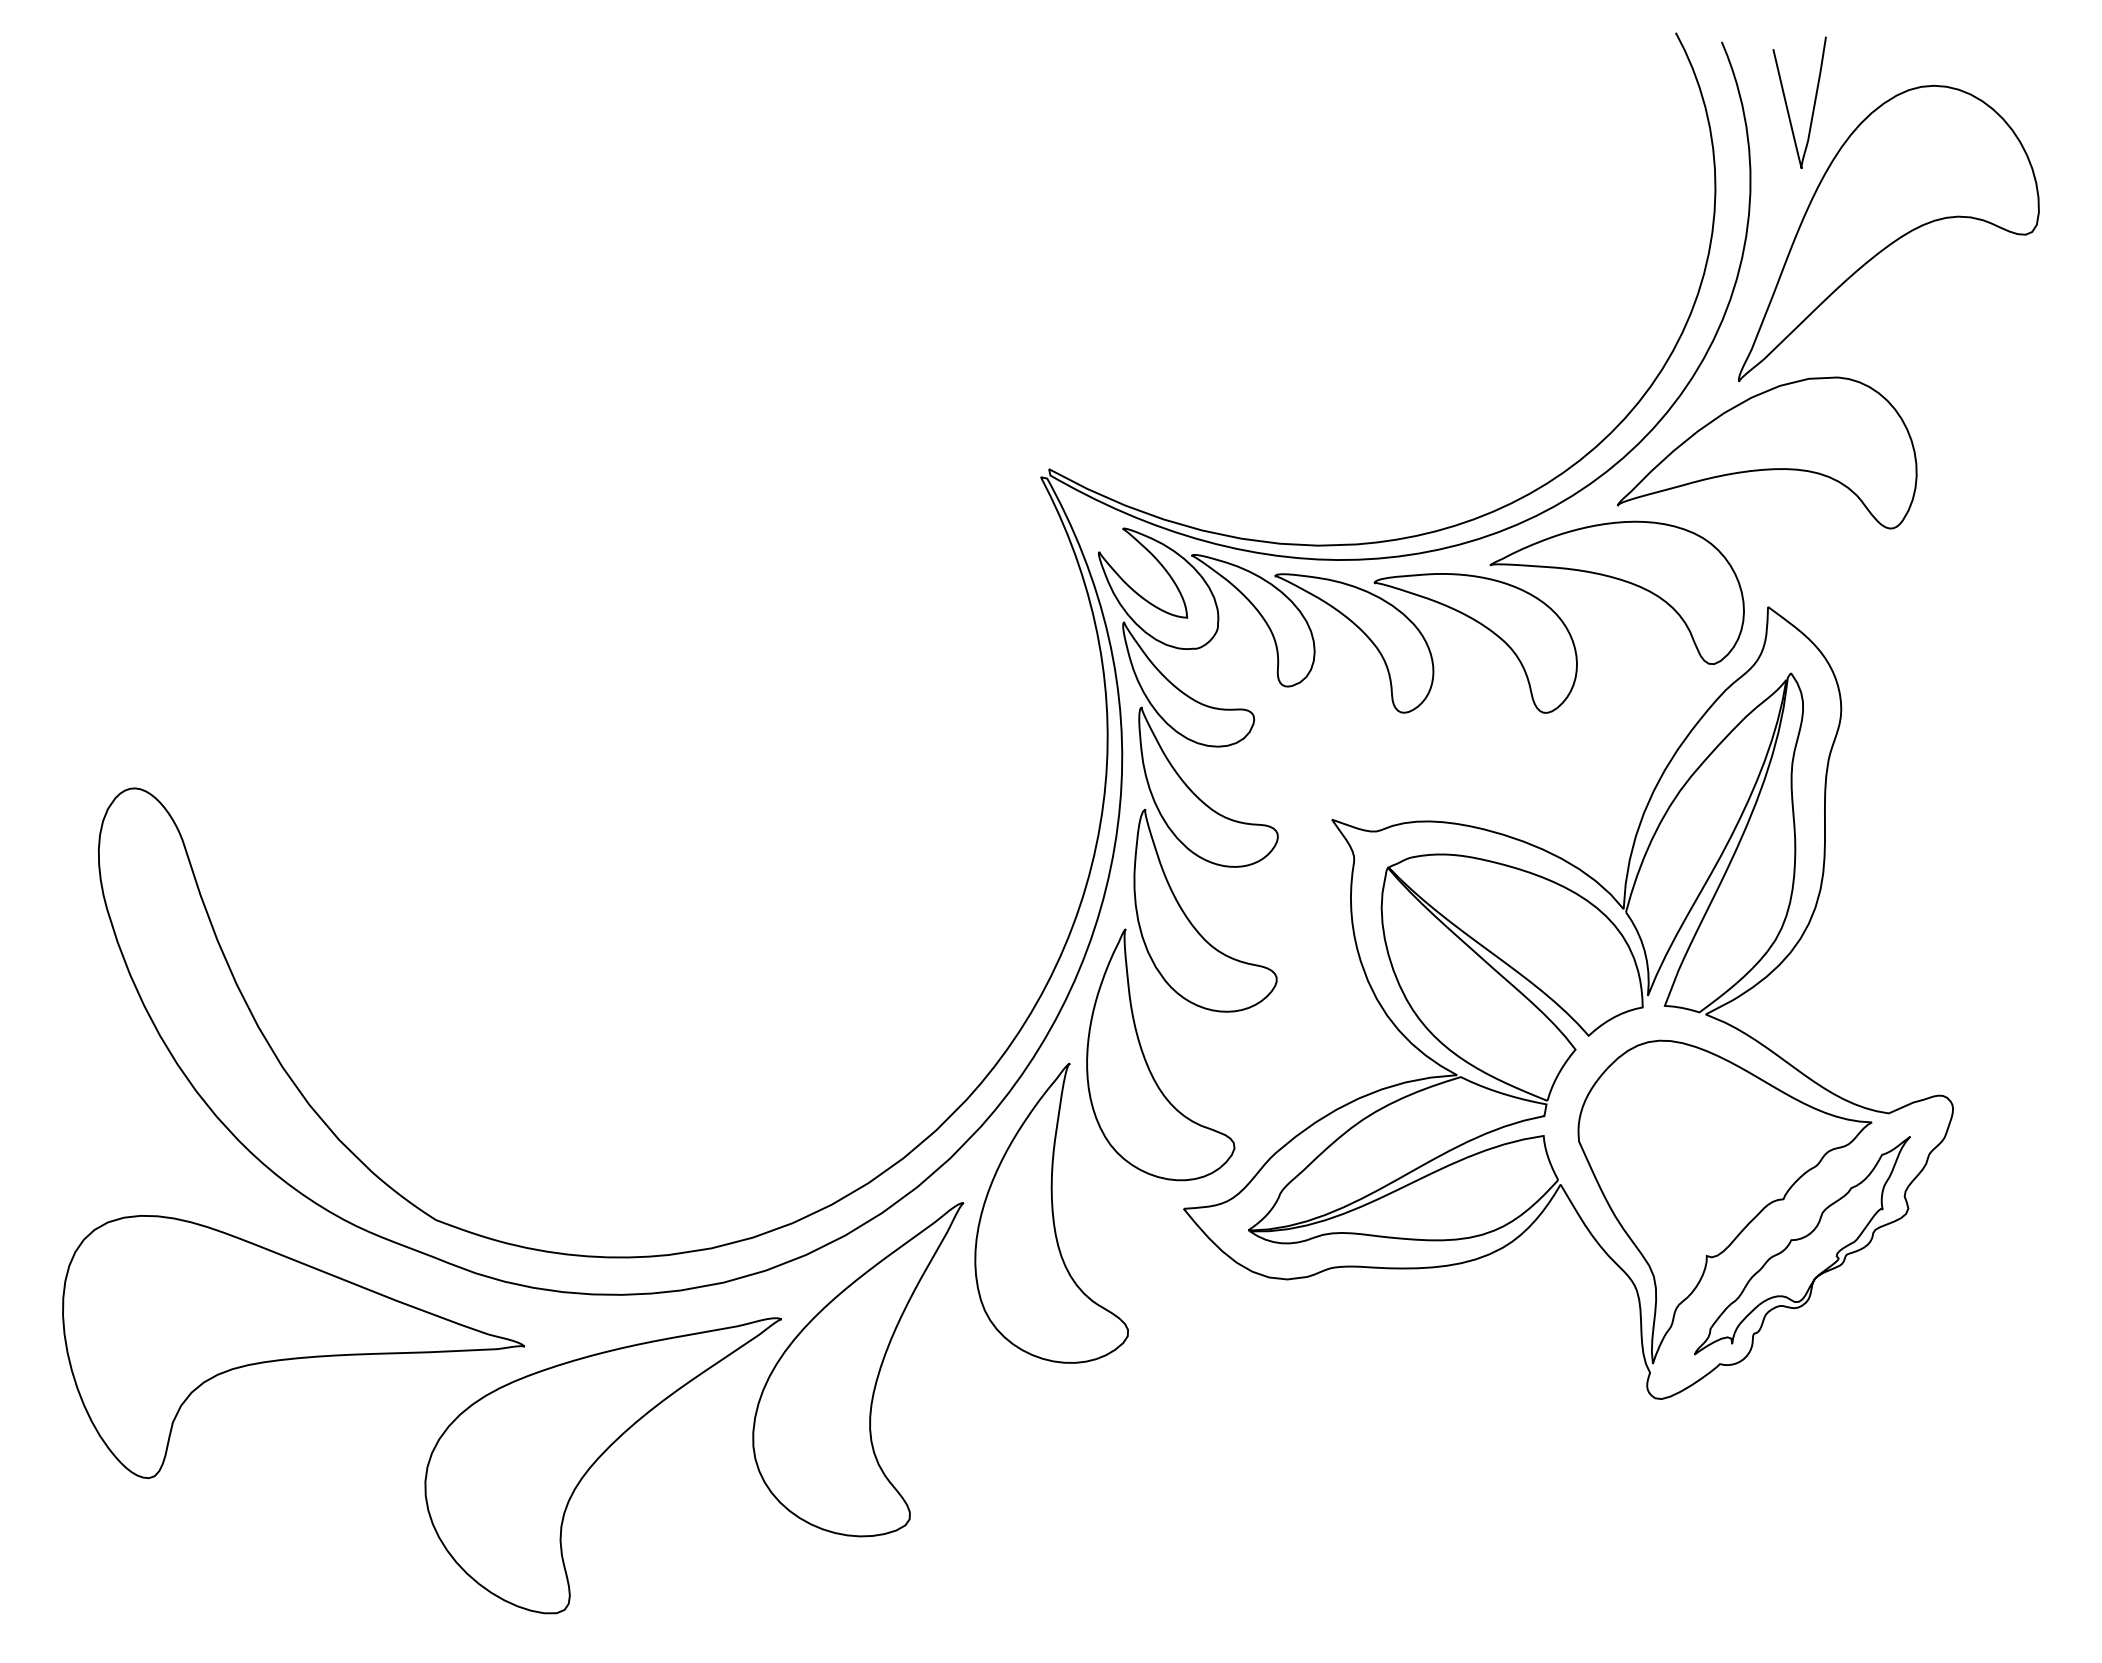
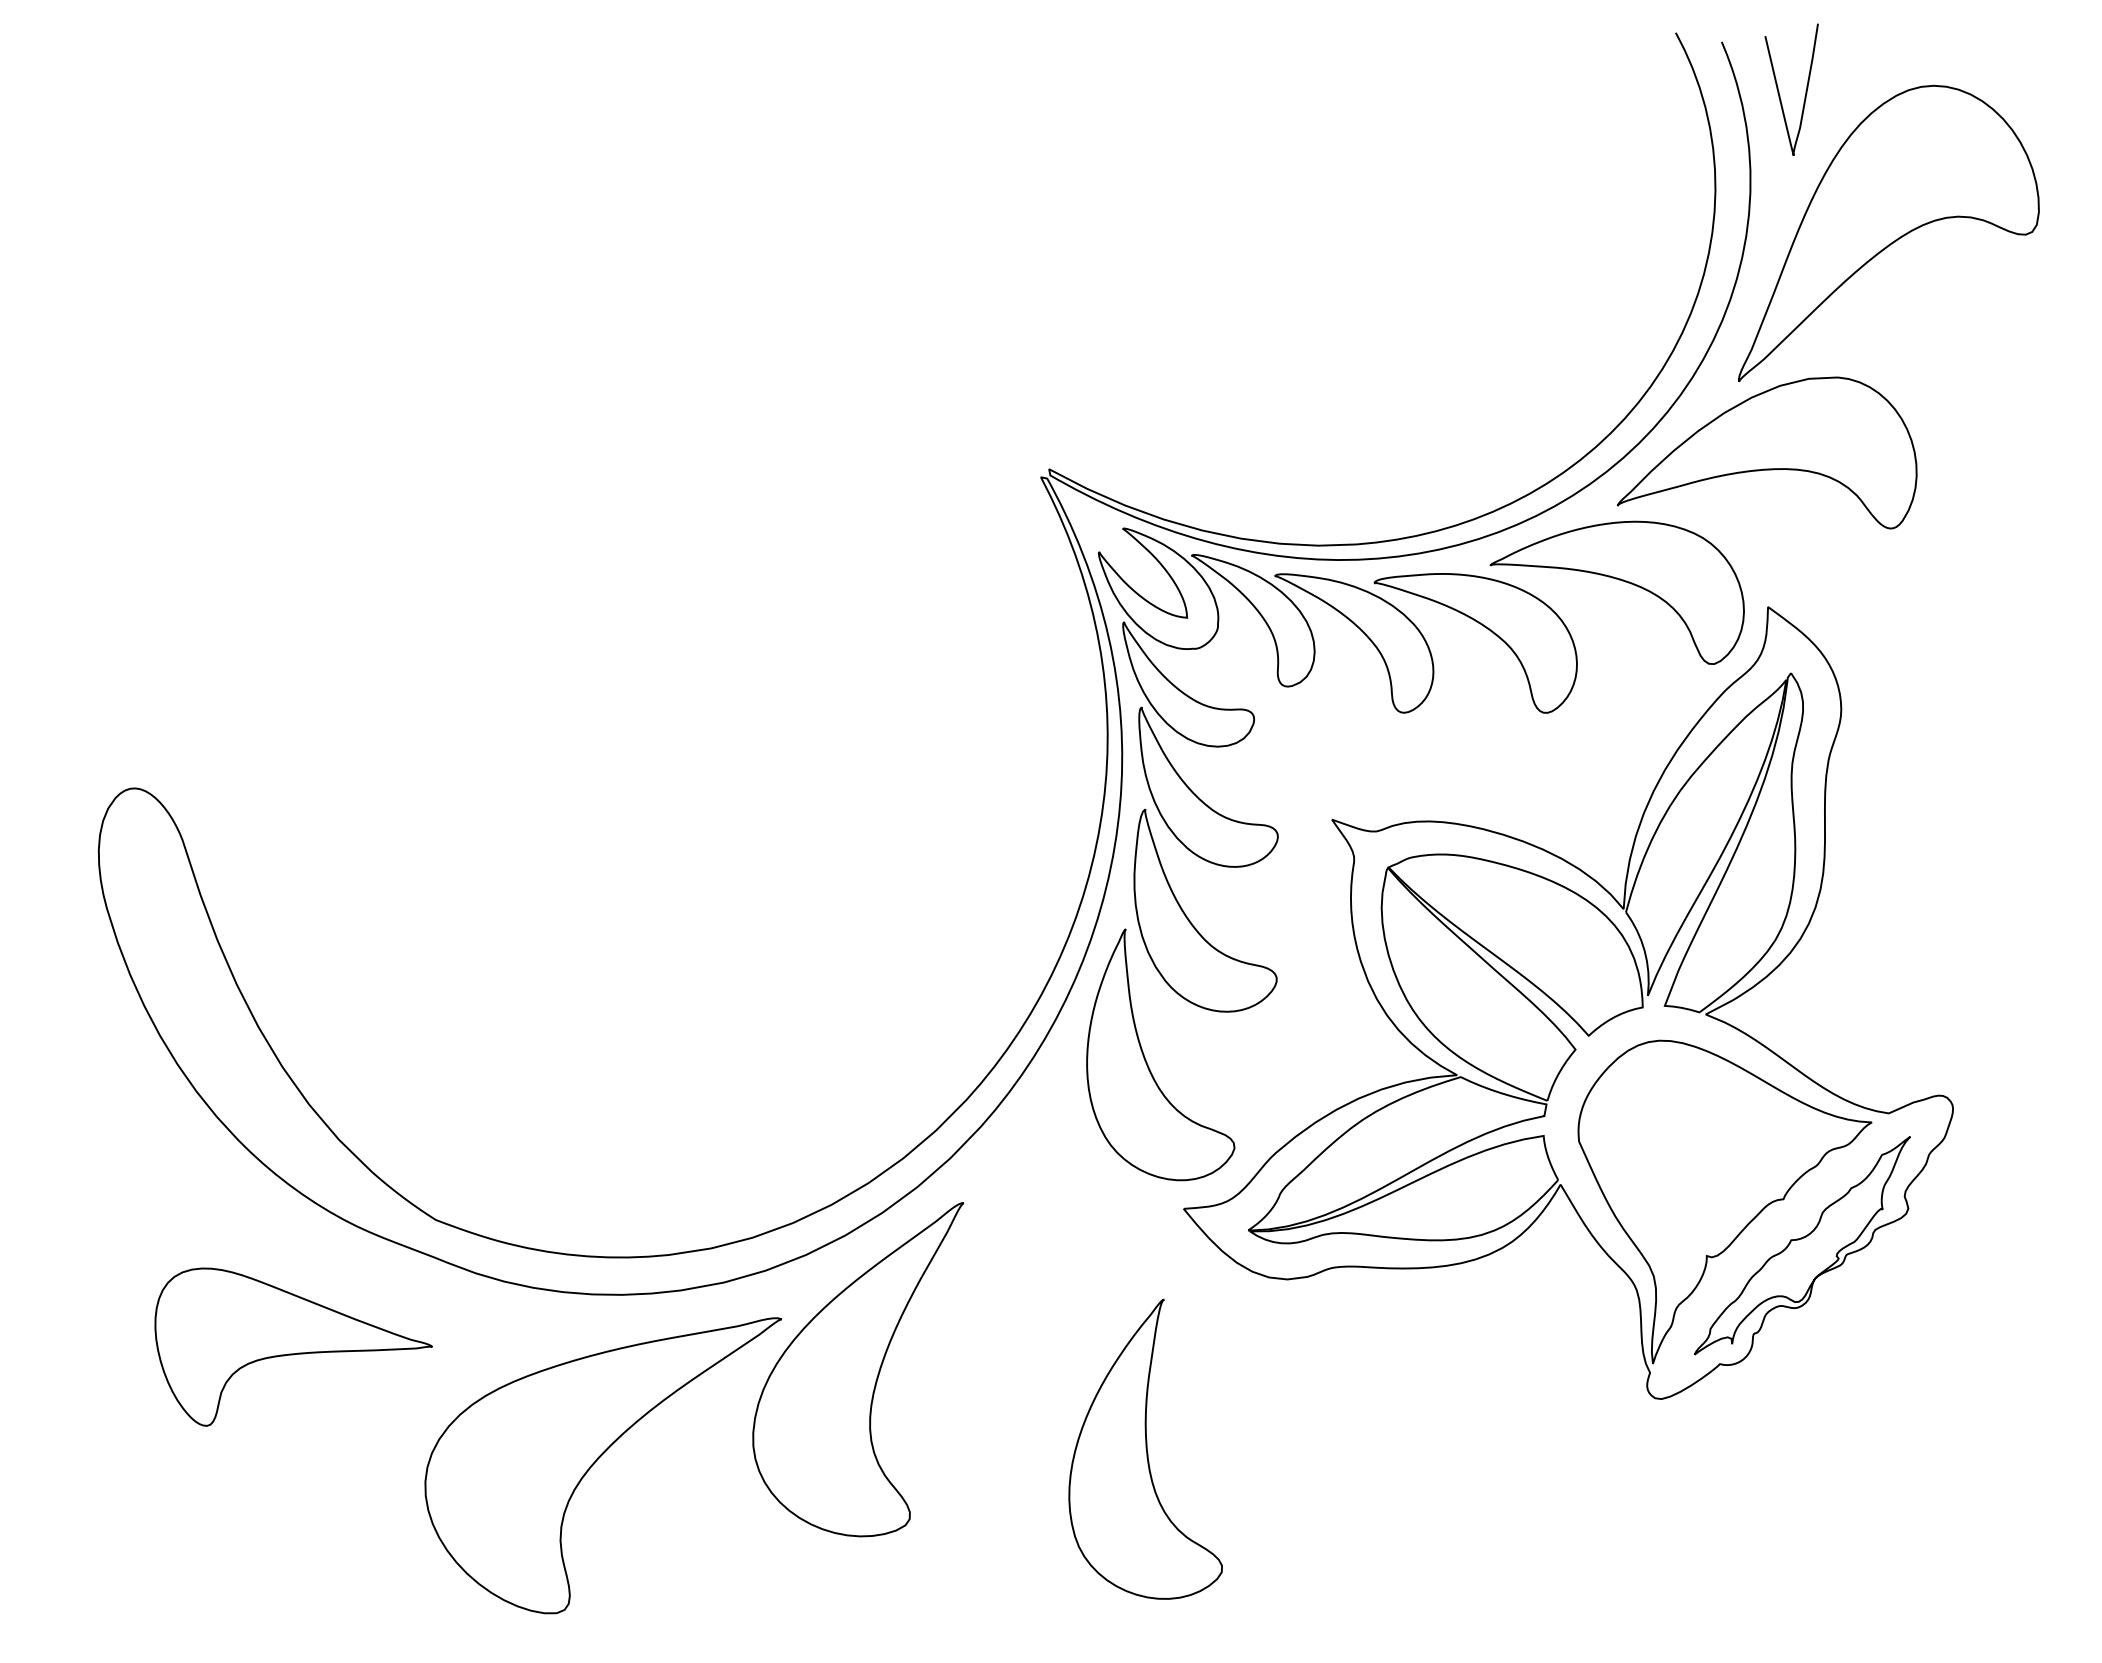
curve at (1787, 104) position: (1787, 104) -> (1779, 91)
part at (1051, 1212) position: (1051, 1212) -> (1145, 1448)
part at (293, 1347) size: 464x265 px -> 279x160 px
